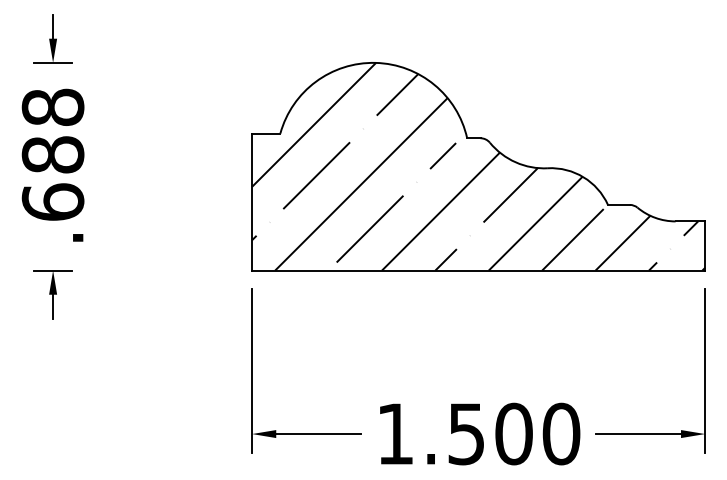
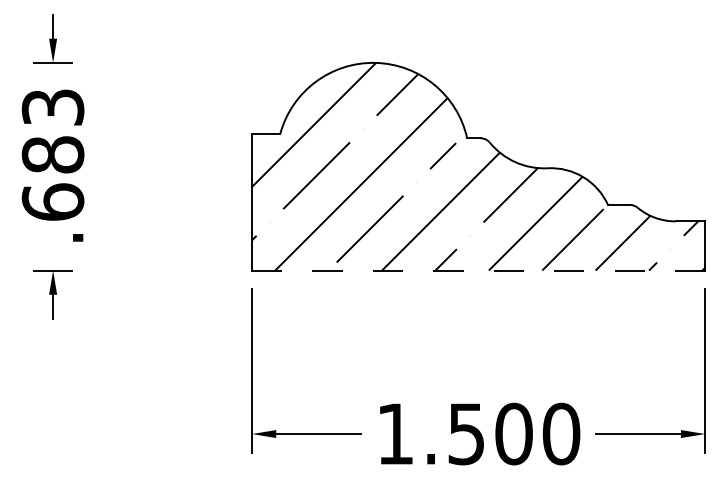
text at (52, 106): .688 -> .683
line at (478, 270): solid -> dashed
